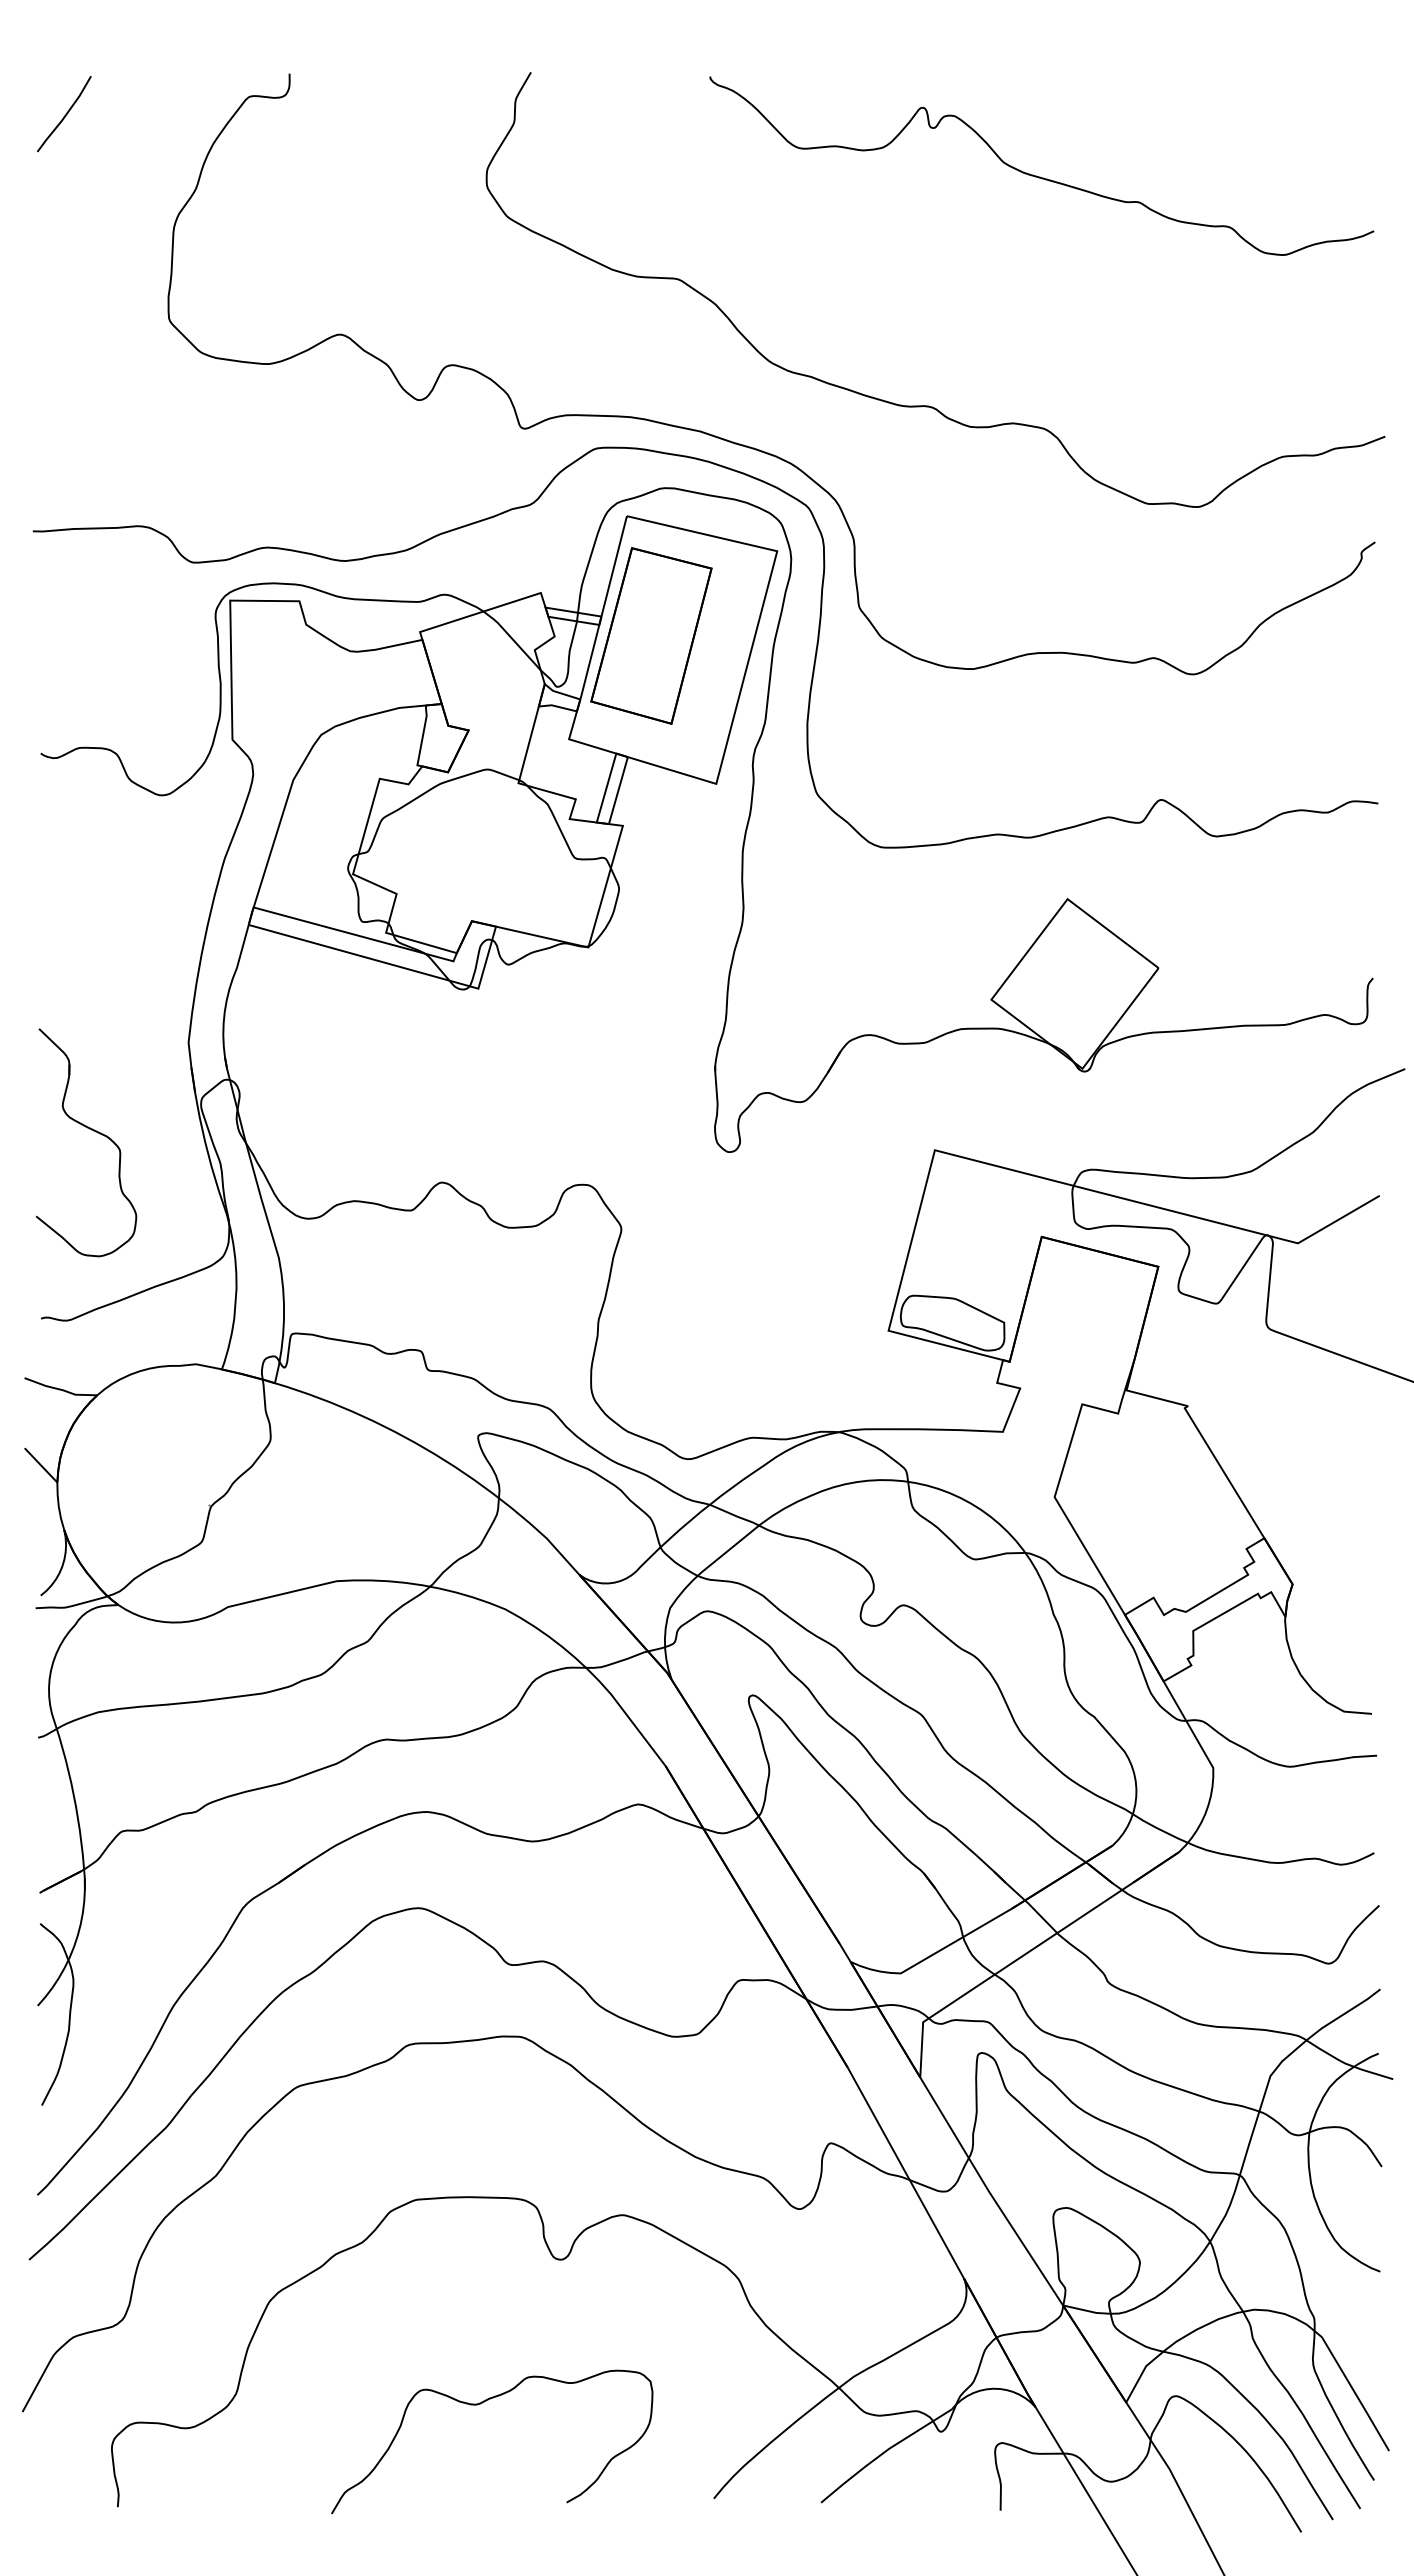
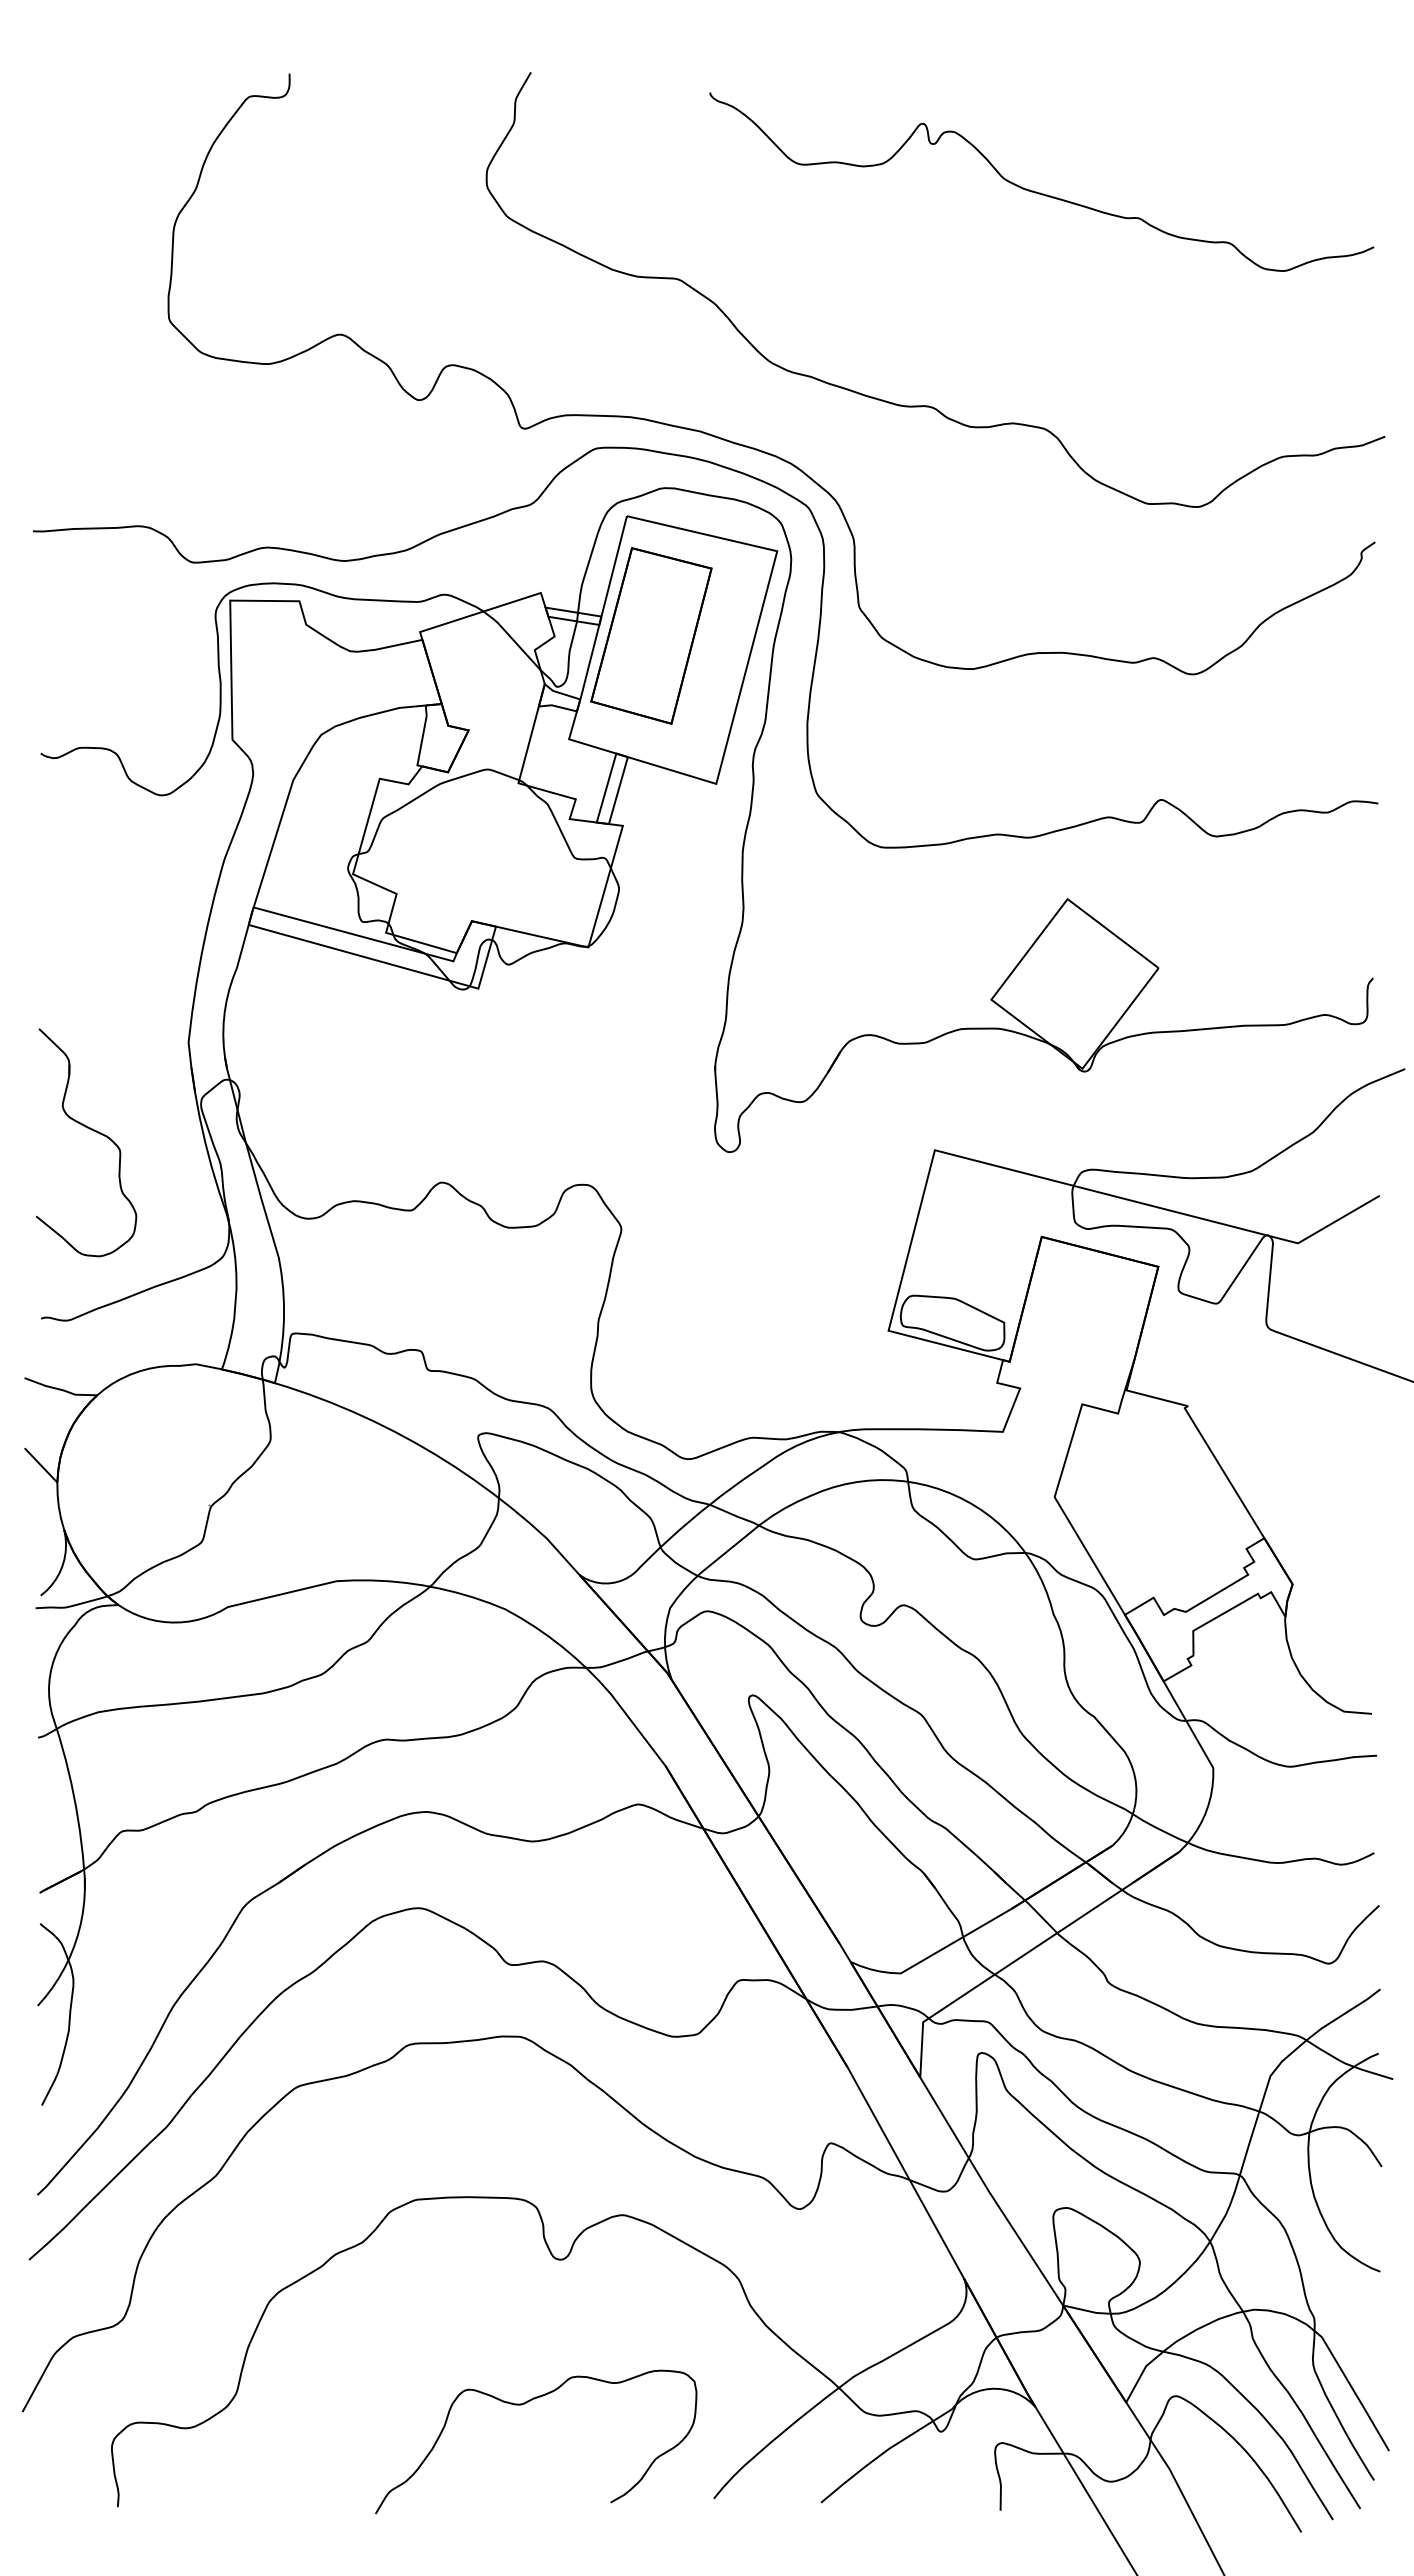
line at (65, 114): present -> none
curve at (1040, 176) position: (1040, 176) -> (1040, 192)
curve at (480, 2404) position: (480, 2404) -> (524, 2404)
